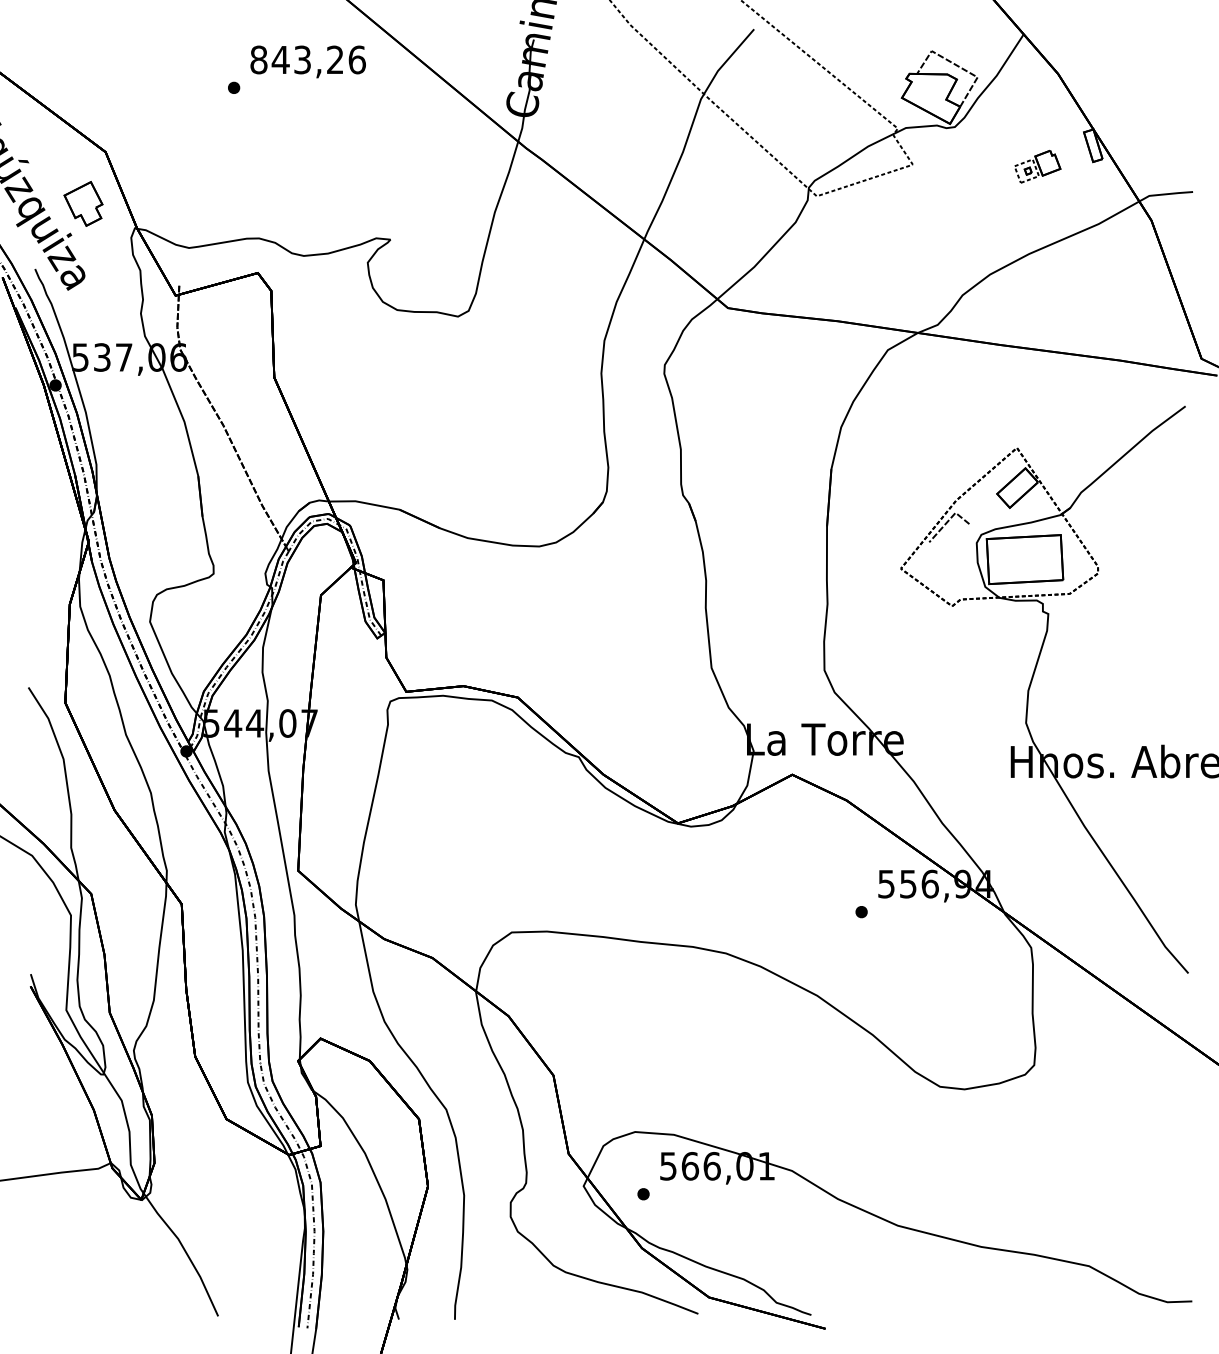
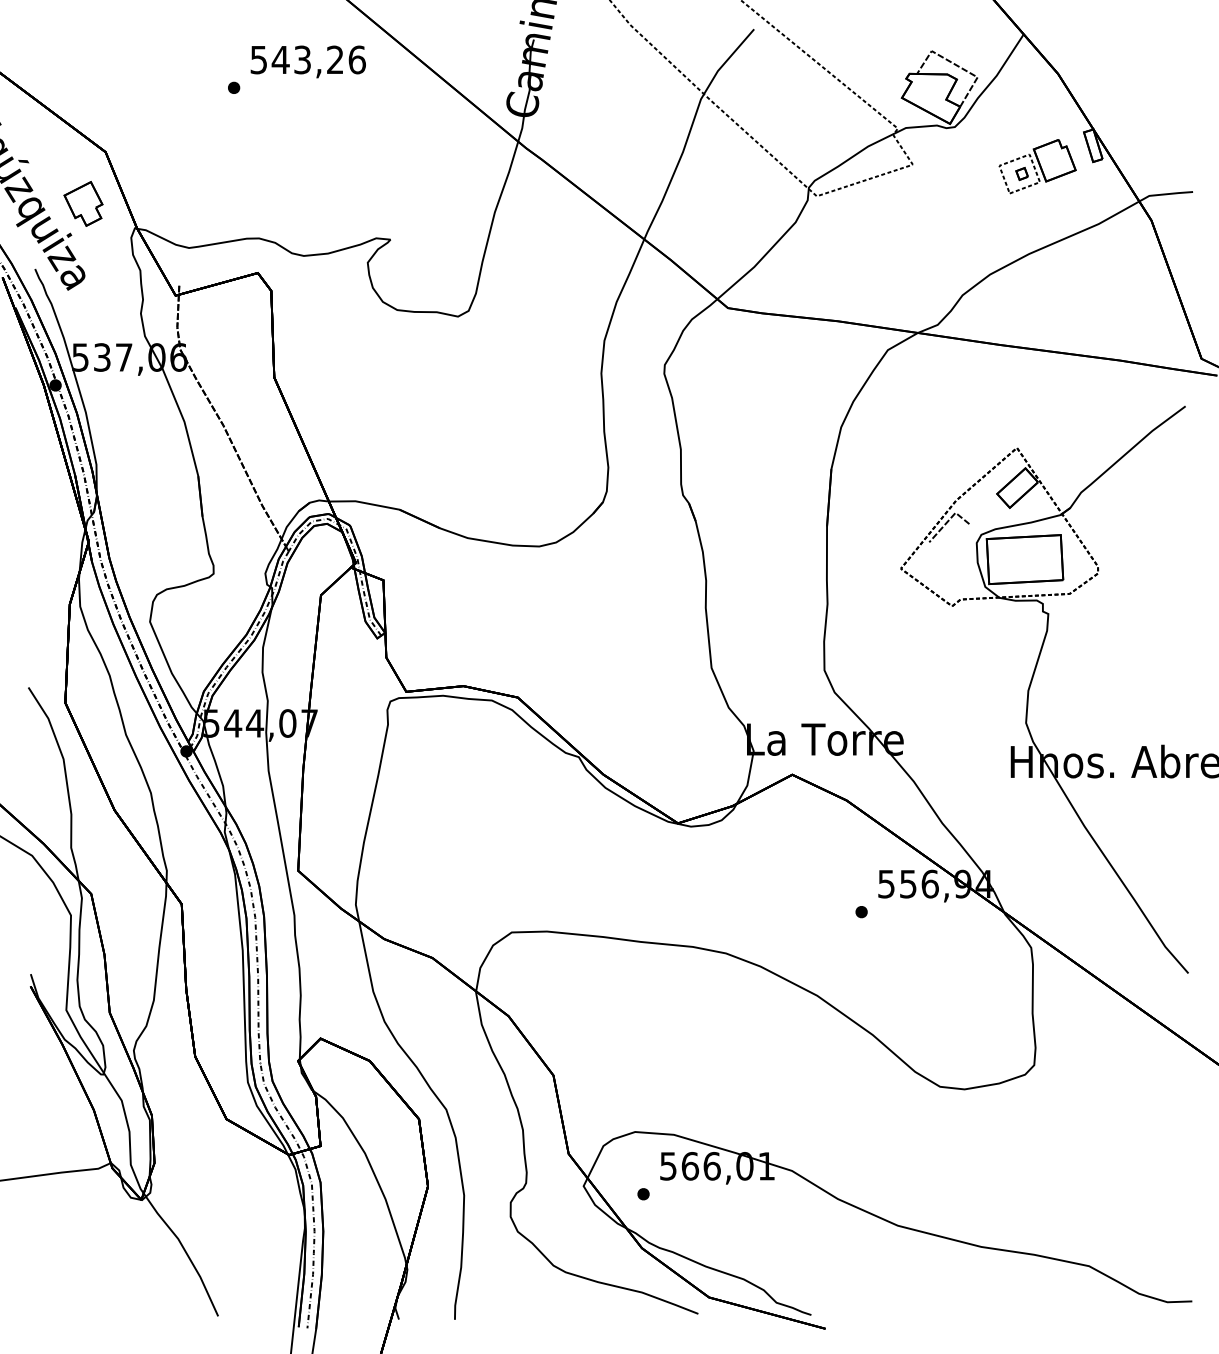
text at (258, 59): 843,26 -> 543,26
part at (1037, 166) size: 48x34 px -> 79x56 px
